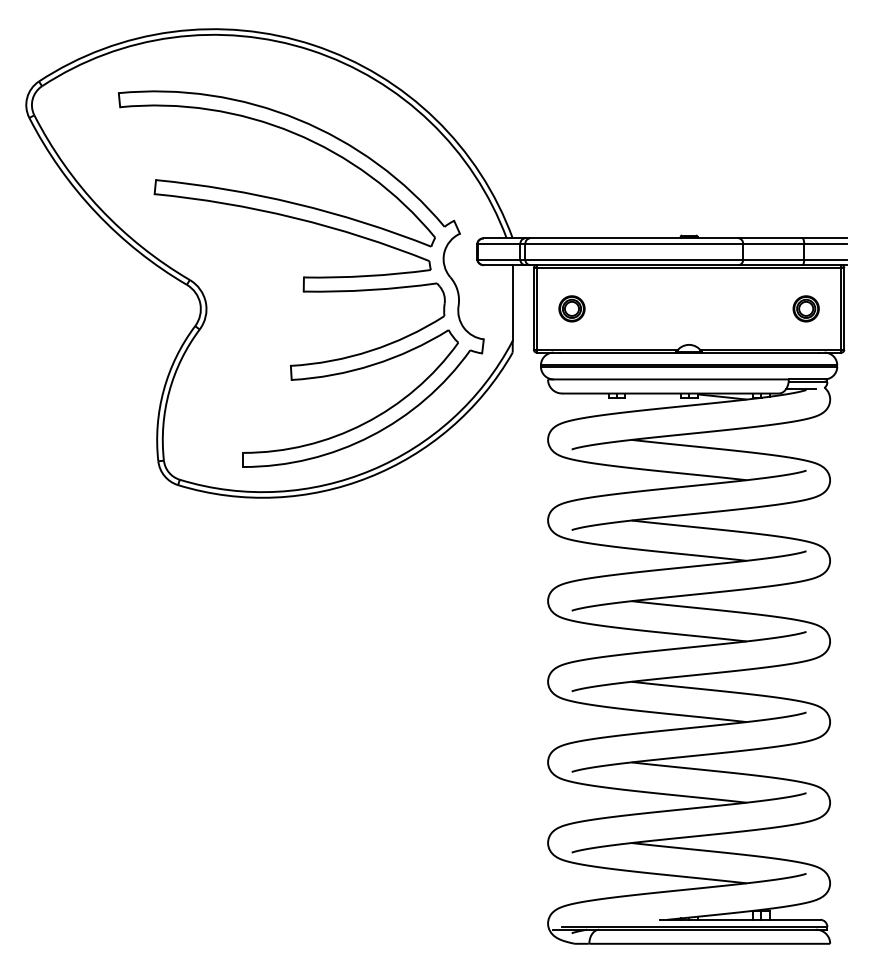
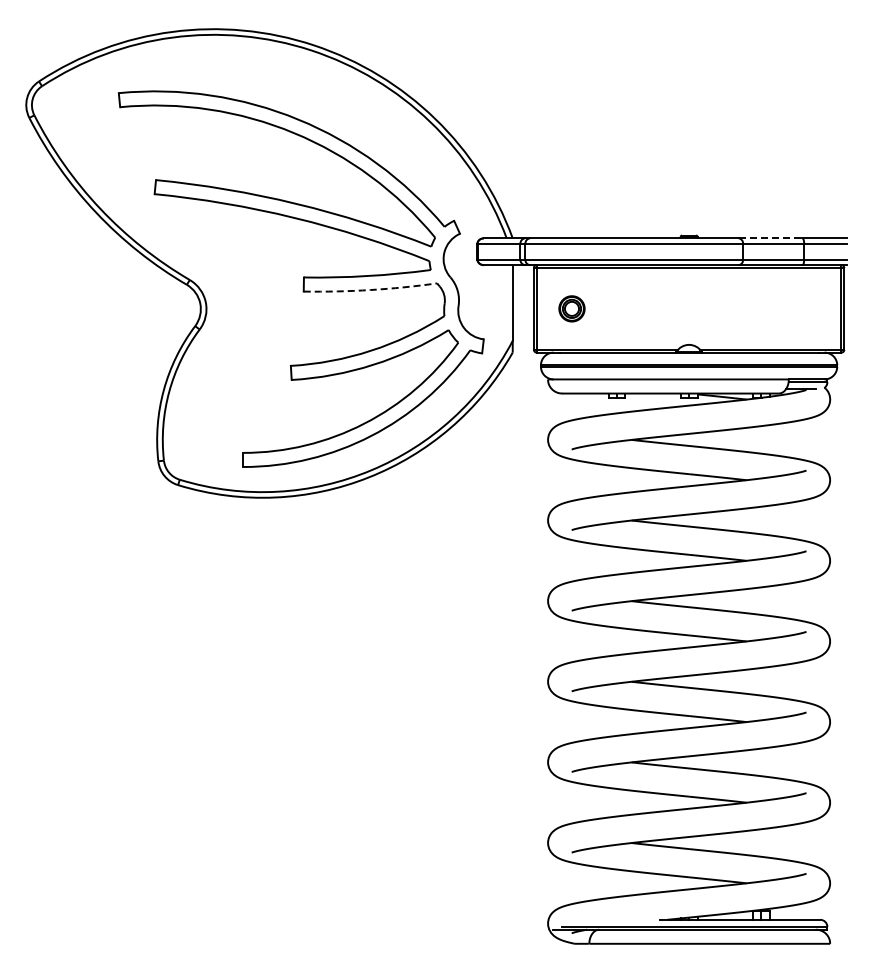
line at (770, 238): solid -> dashed
arc at (370, 290): solid -> dashed
part at (805, 308): present -> none
